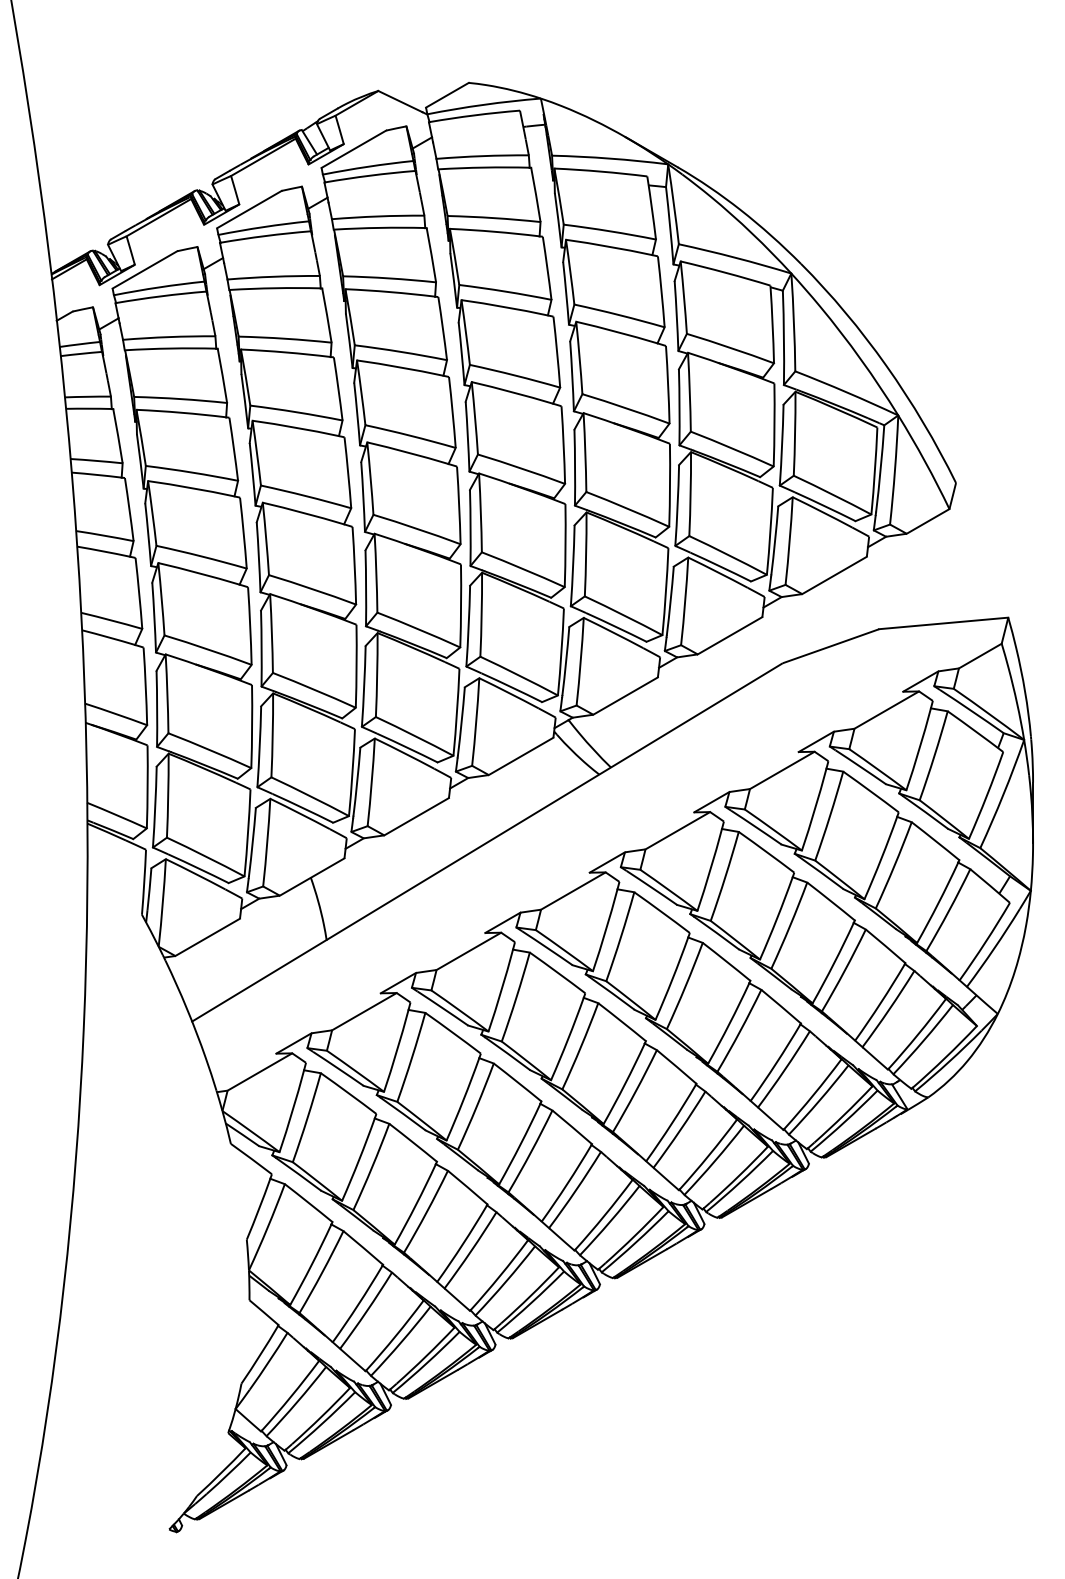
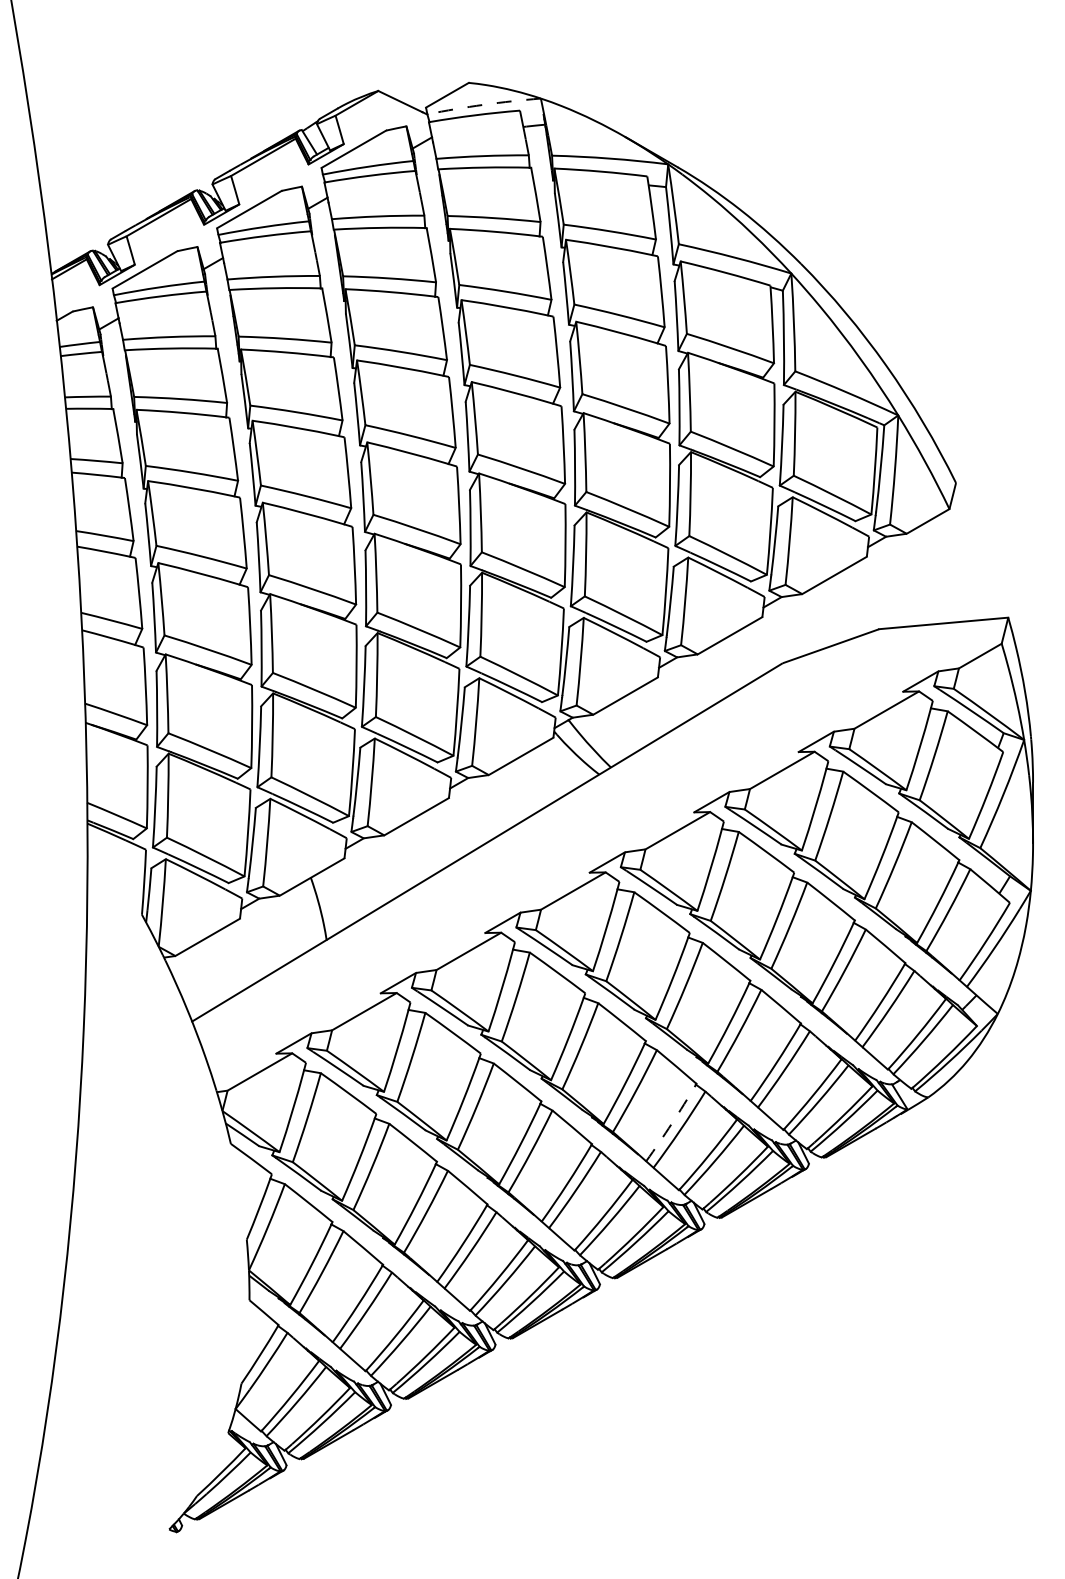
arc at (483, 104): solid -> dashed
arc at (671, 1123): solid -> dashed
